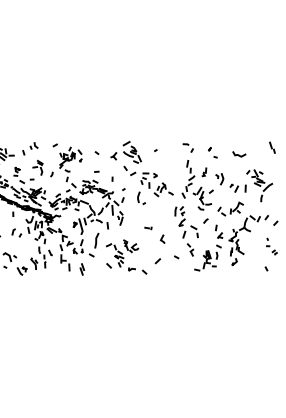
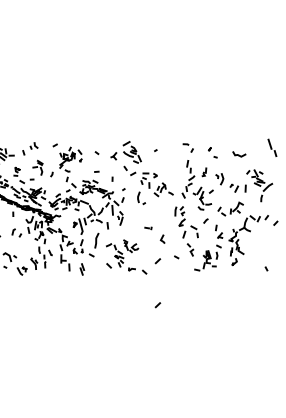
part at (272, 147) size: 7x13 px -> 11x19 px
part at (271, 246): present -> none
line at (157, 305): none -> present
